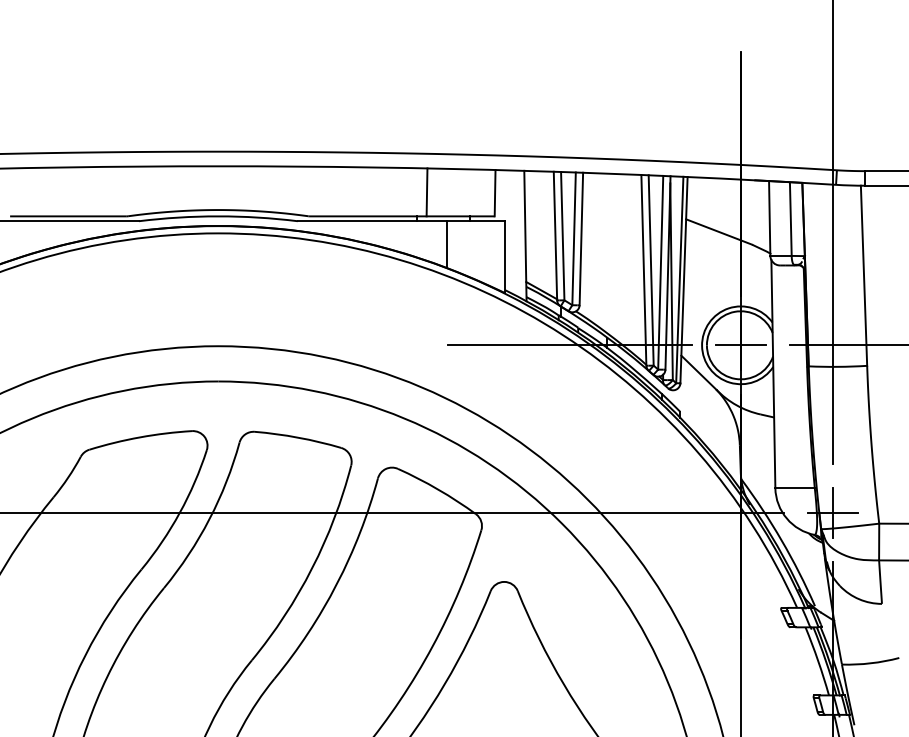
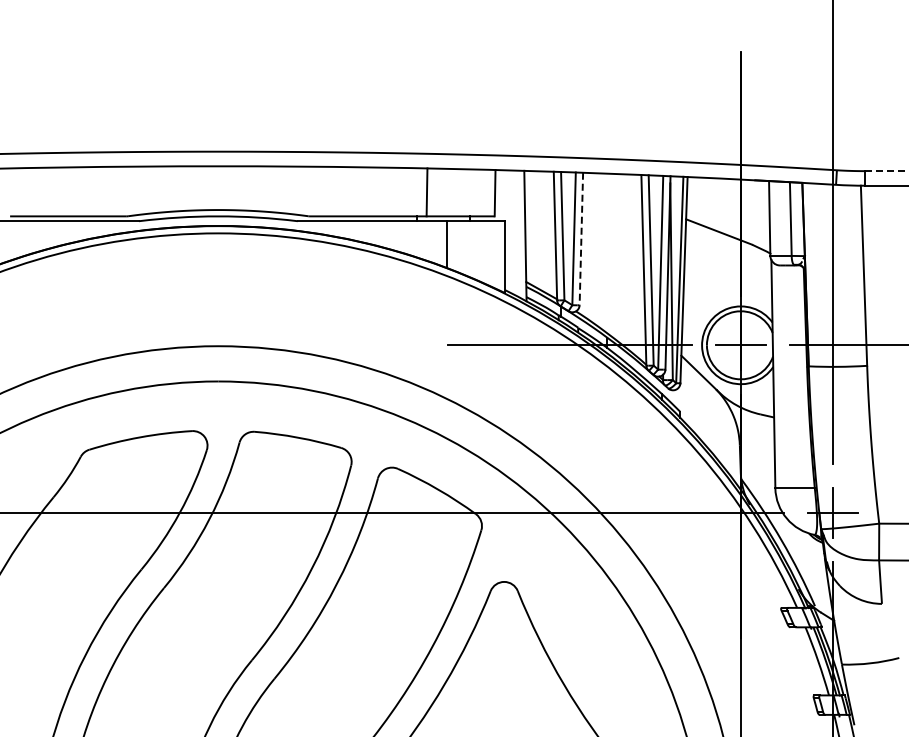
line at (887, 171): solid -> dashed
line at (581, 239): solid -> dashed
